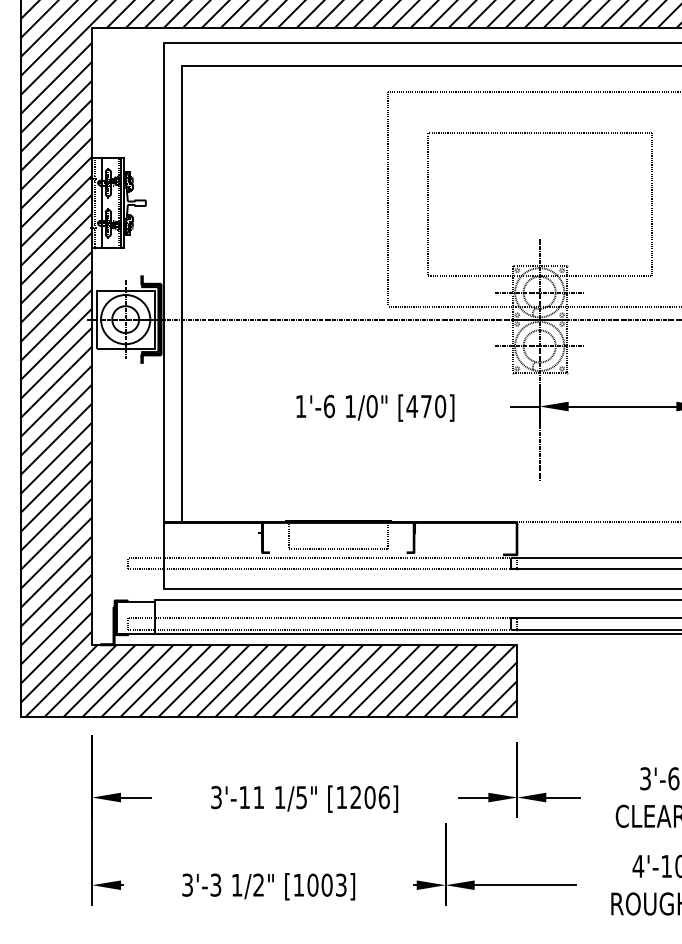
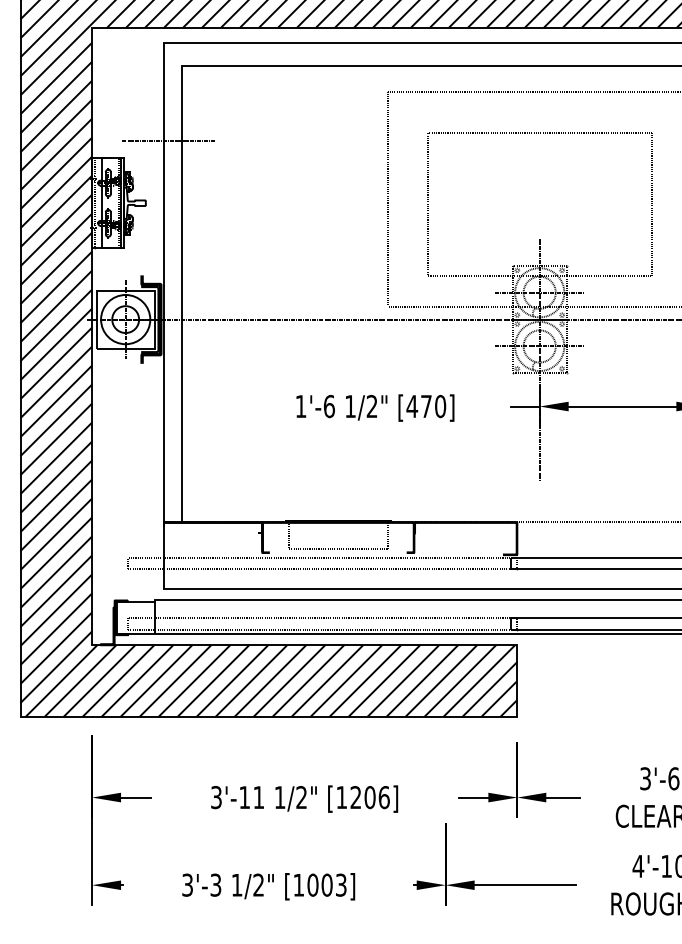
line at (168, 141): none -> present
text at (371, 406): 1/0" -> 1/2"
text at (301, 797): 1/5" -> 1/2"
